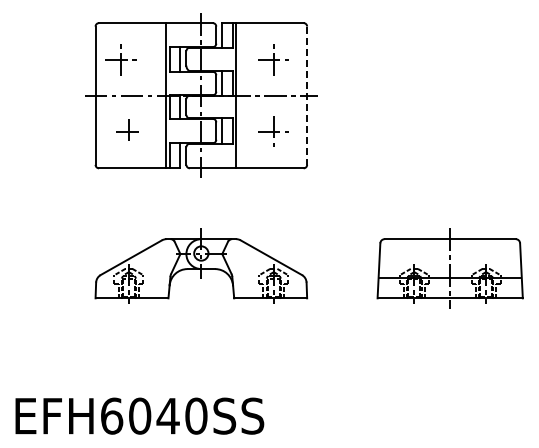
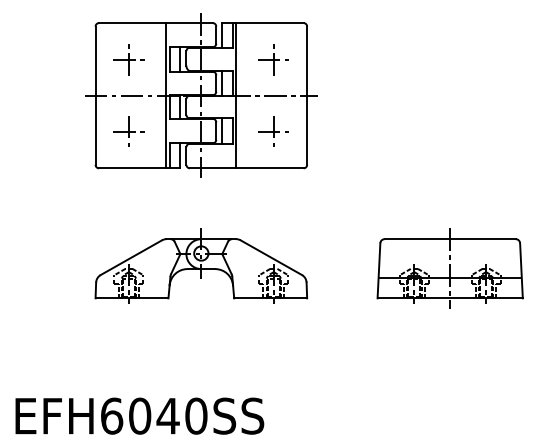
part at (120, 59) position: (120, 59) -> (128, 59)
line at (307, 96): dashed -> solid
part at (127, 129) size: 23x22 px -> 32x31 px
